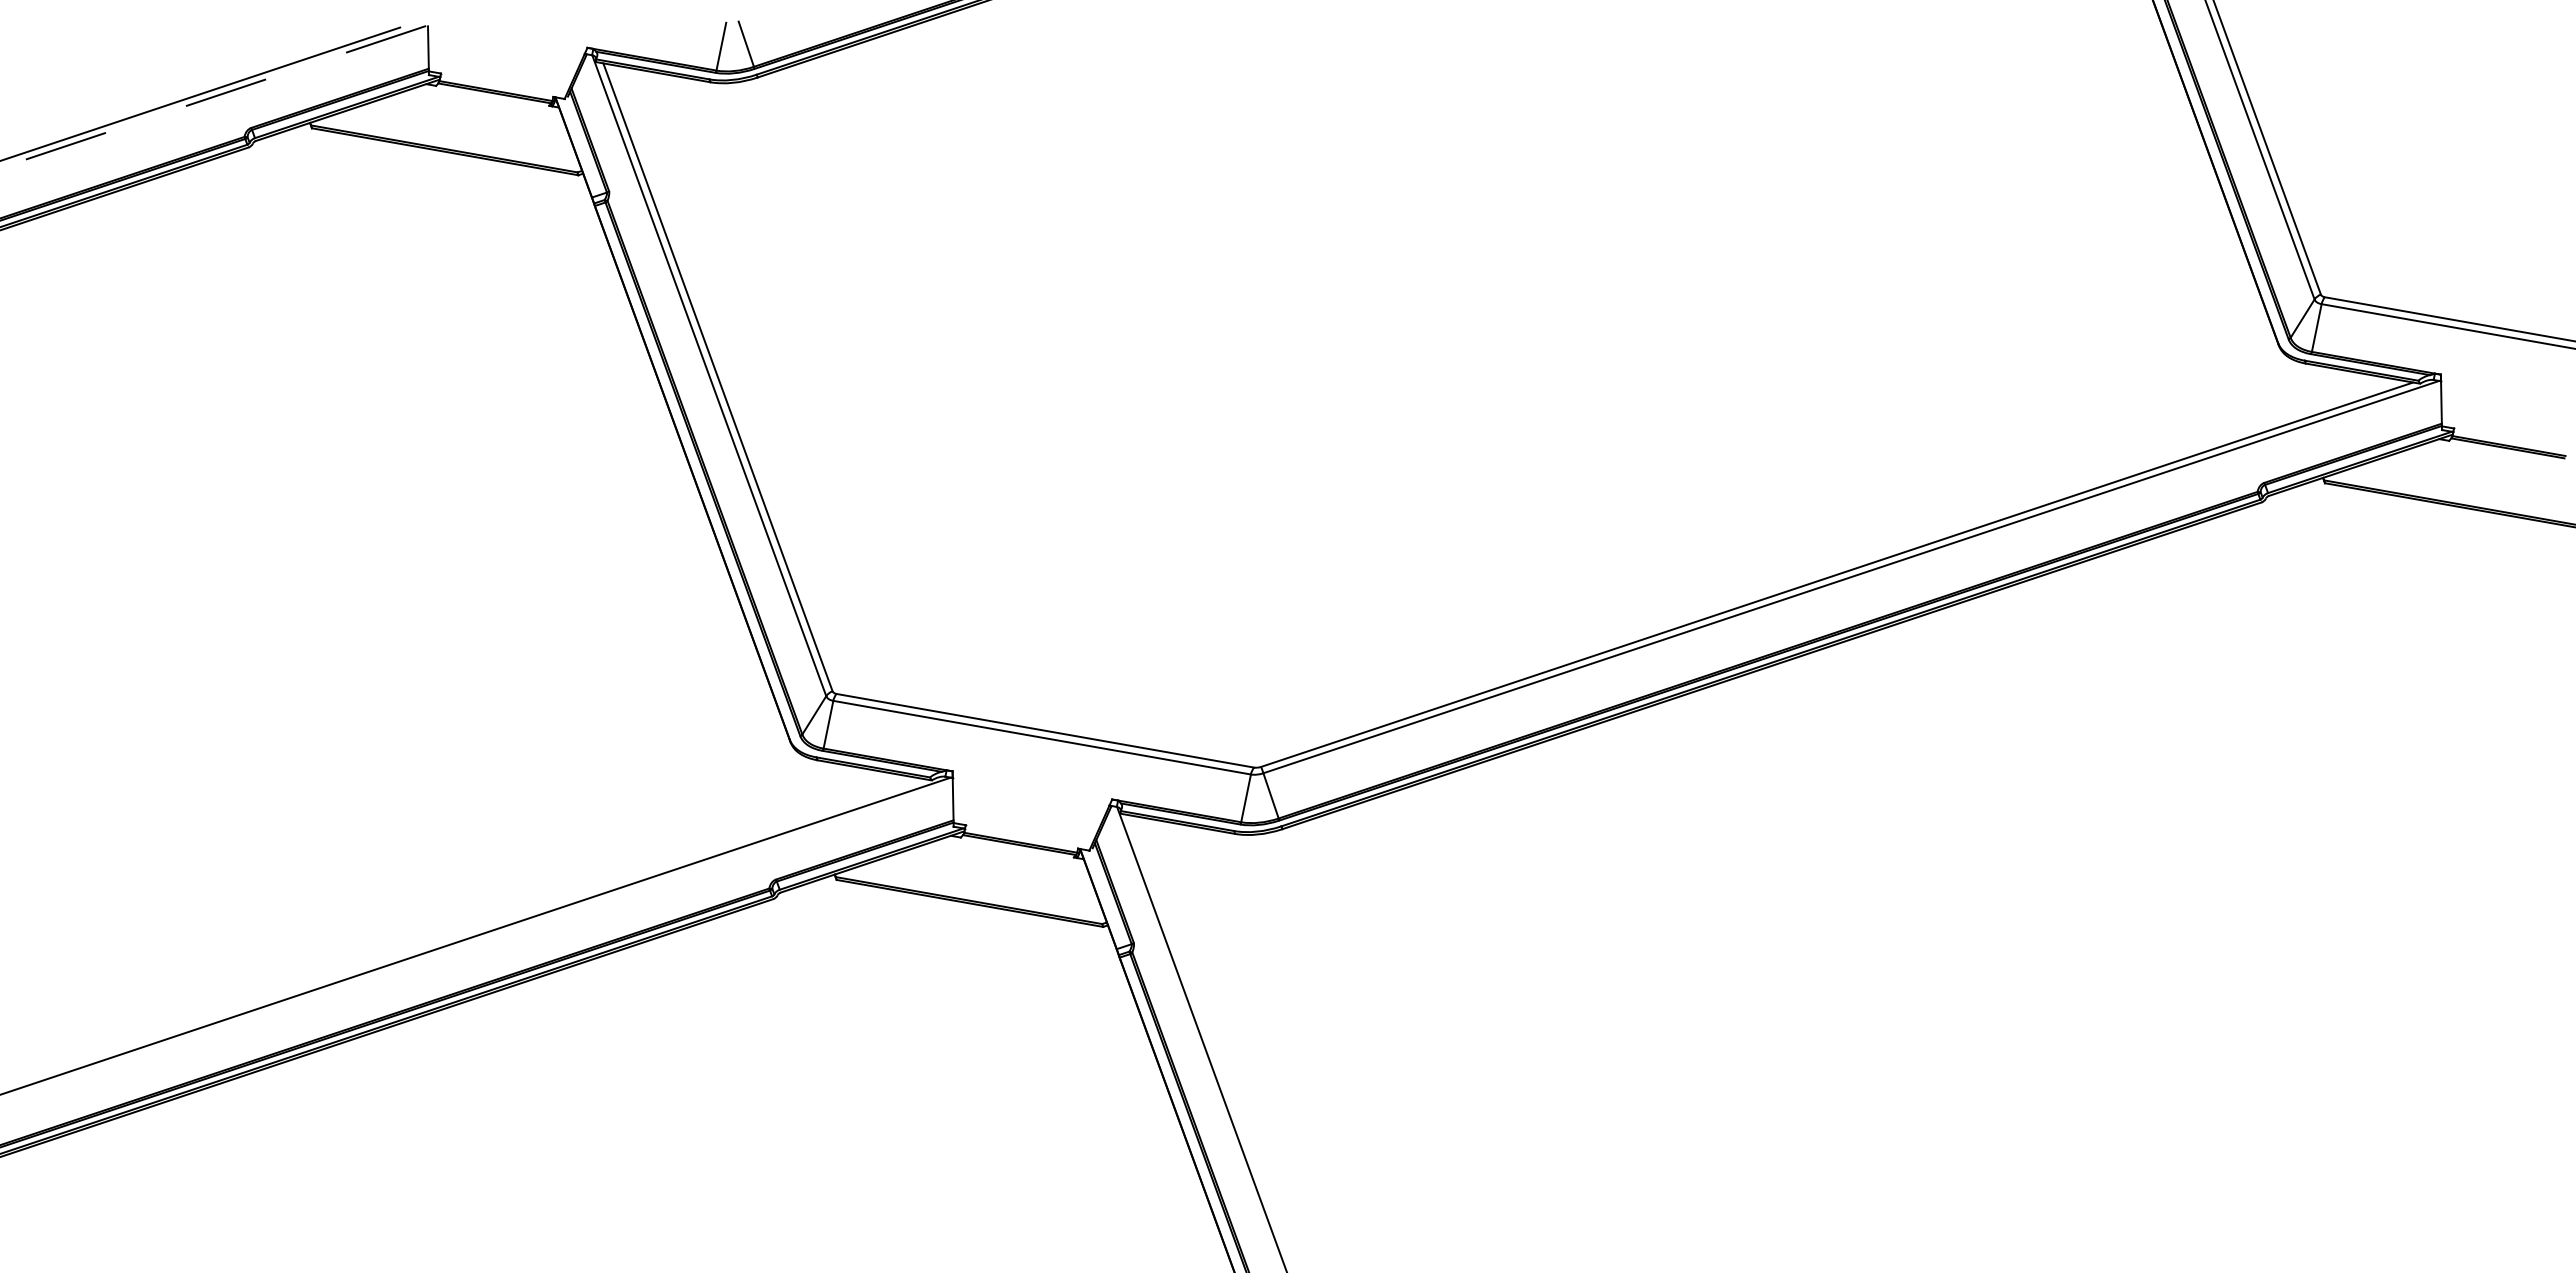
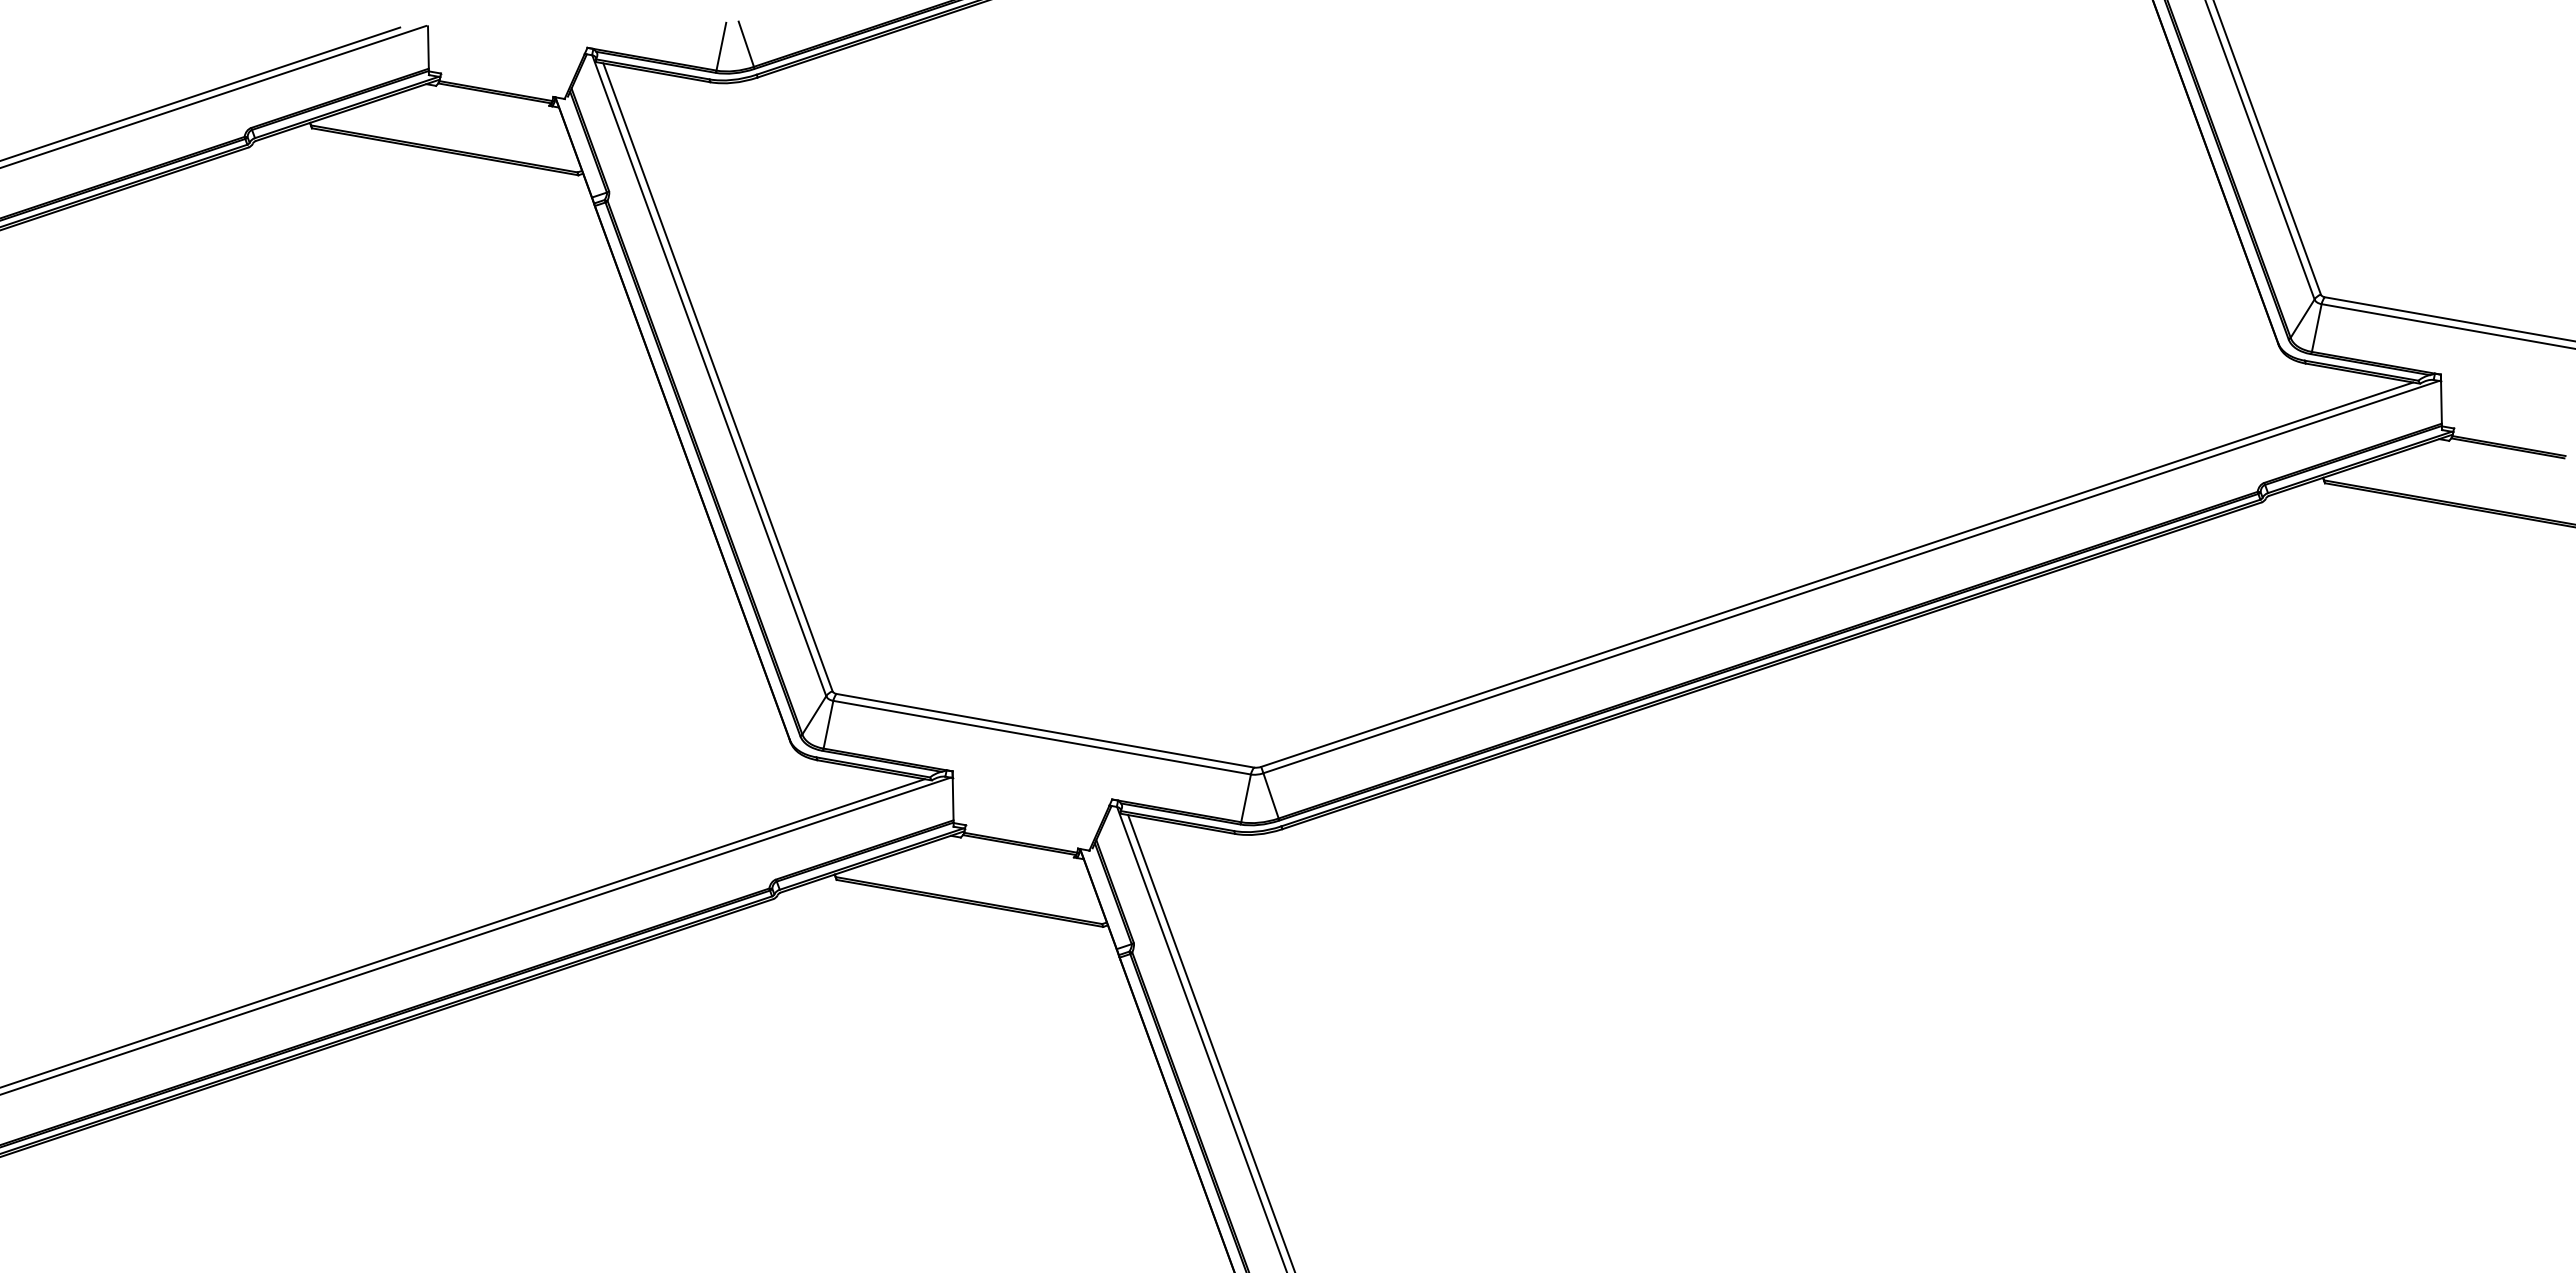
line at (212, 97): dashed -> solid
line at (463, 932): none -> present
line at (1210, 1042): none -> present
